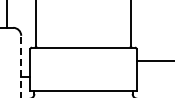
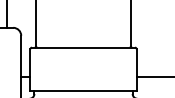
line at (153, 60) position: (153, 60) -> (153, 76)
line at (21, 66): dashed -> solid
